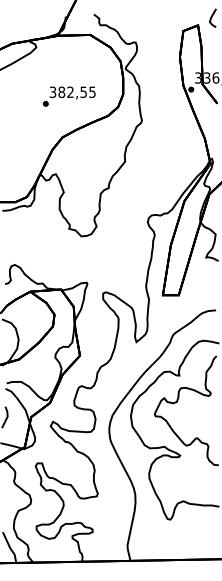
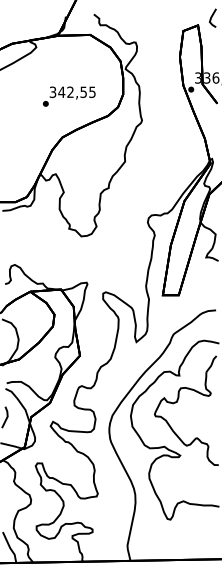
text at (61, 91): 382,55 -> 342,55
